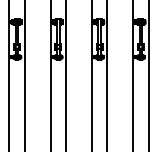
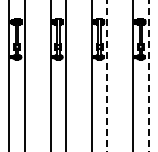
line at (107, 75): solid -> dashed
line at (148, 75): solid -> dashed
